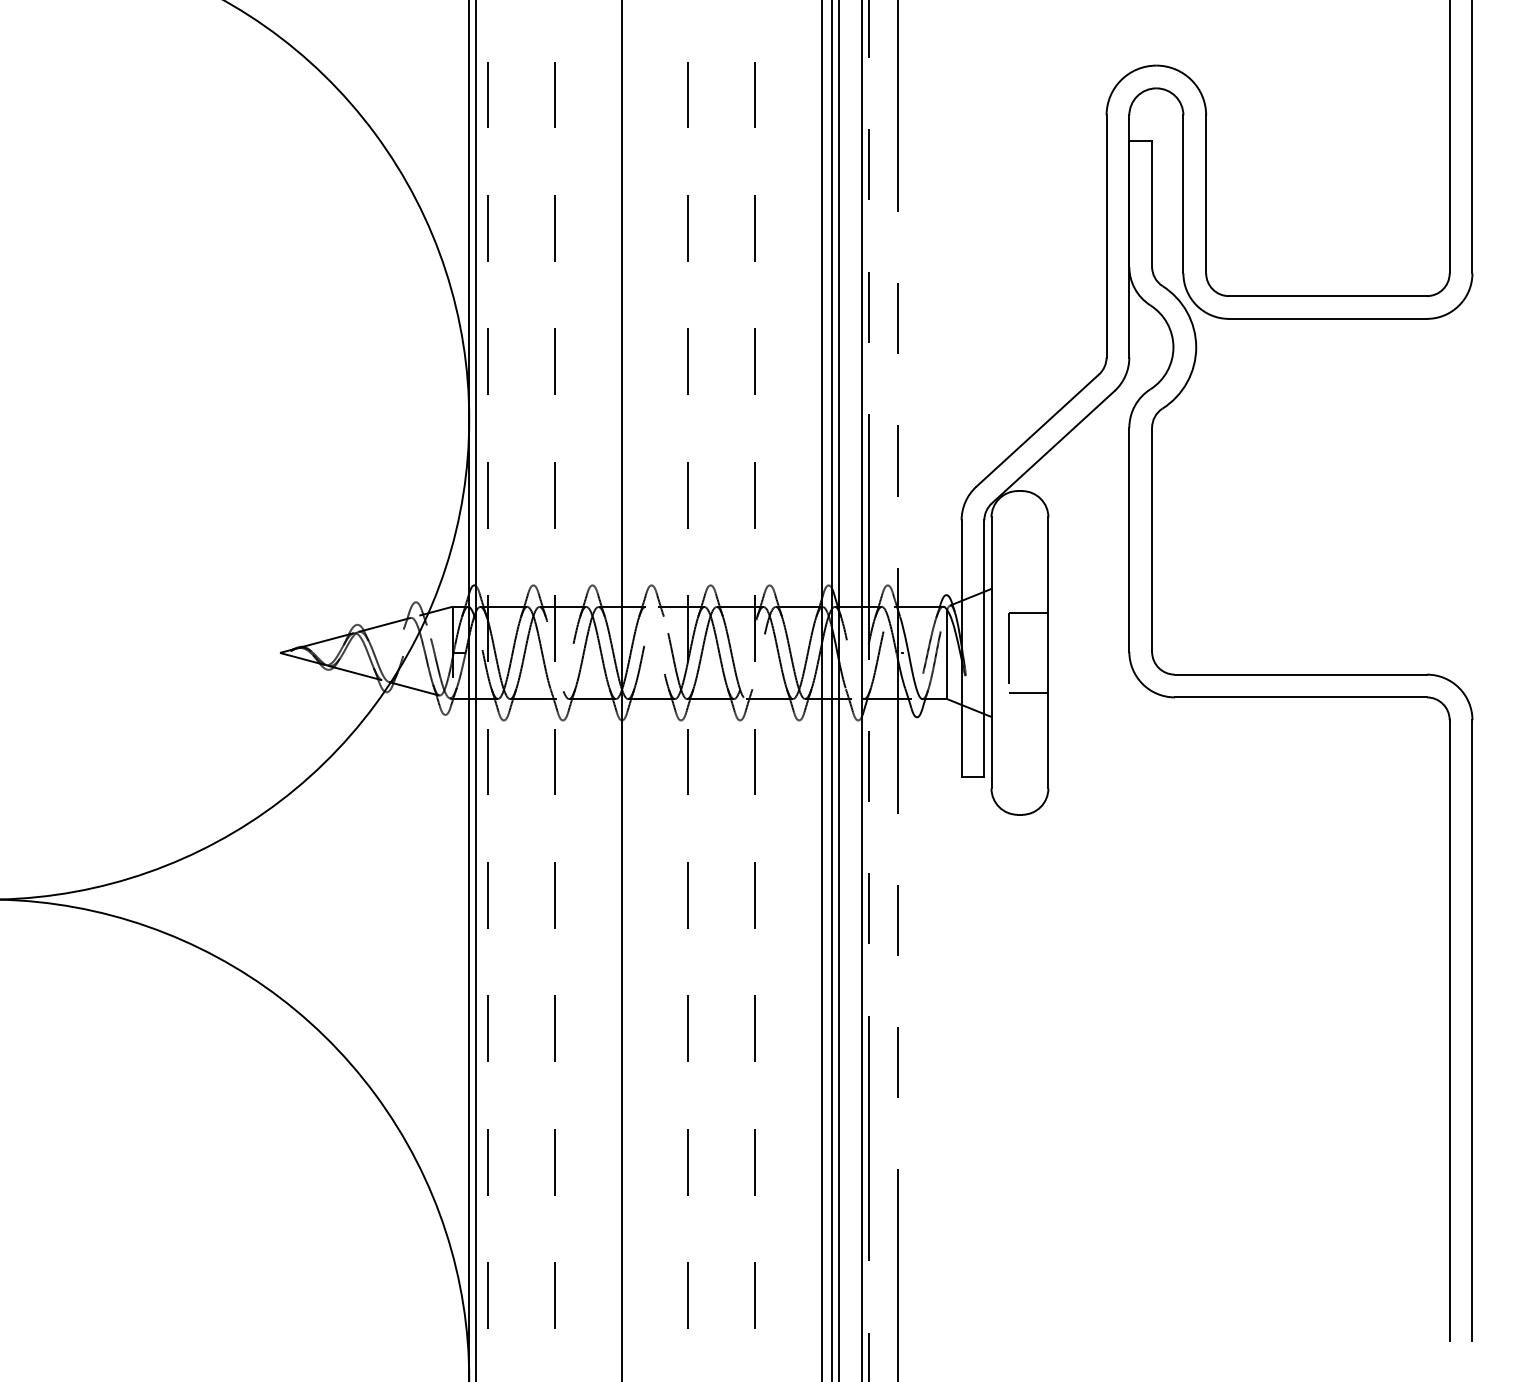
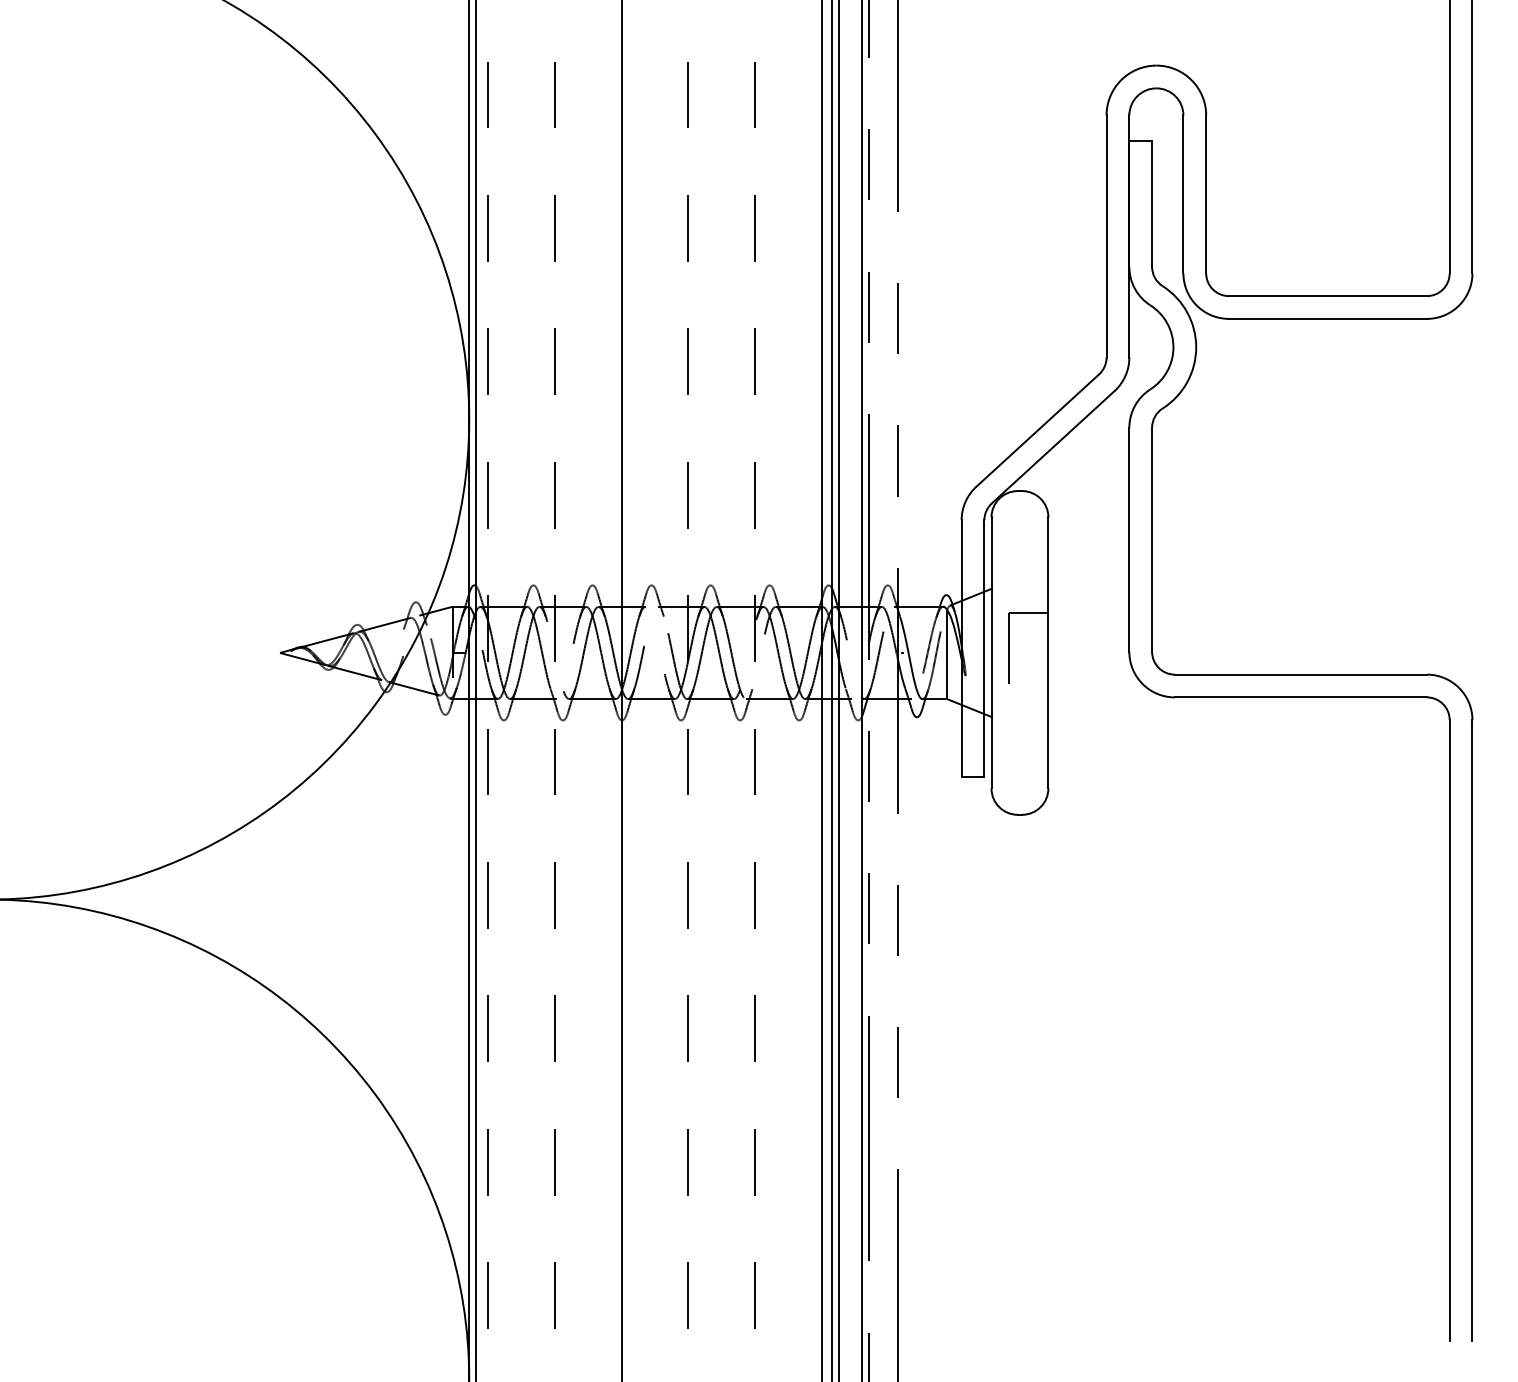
line at (1028, 693): present -> none
